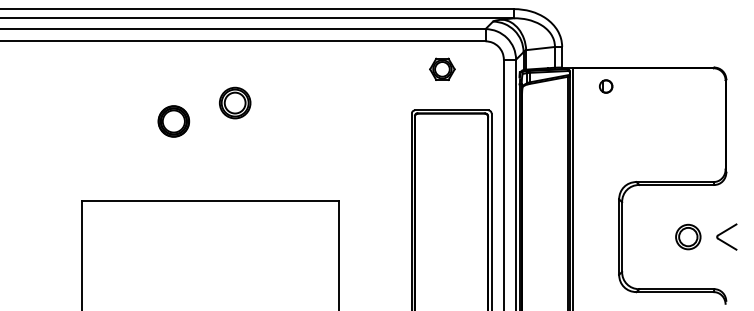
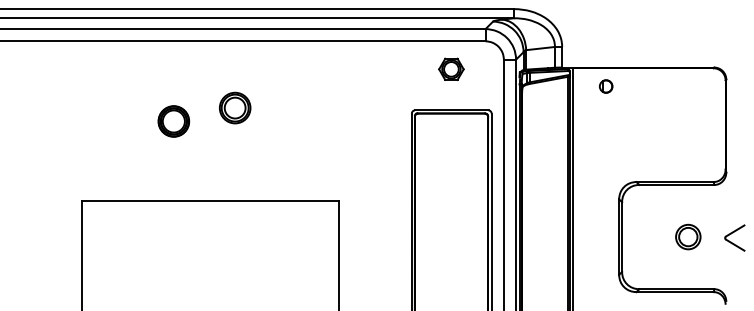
part at (442, 68) position: (442, 68) -> (451, 68)
part at (235, 102) position: (235, 102) -> (235, 107)
part at (726, 236) position: (726, 236) -> (734, 237)
